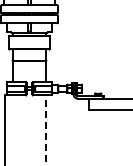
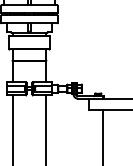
line at (4, 128) position: (4, 128) -> (12, 128)
line at (46, 130): dashed -> solid
line at (102, 135): none -> present
